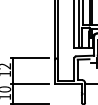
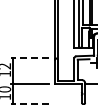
line at (29, 58): solid -> dashed
line at (29, 104): solid -> dashed
